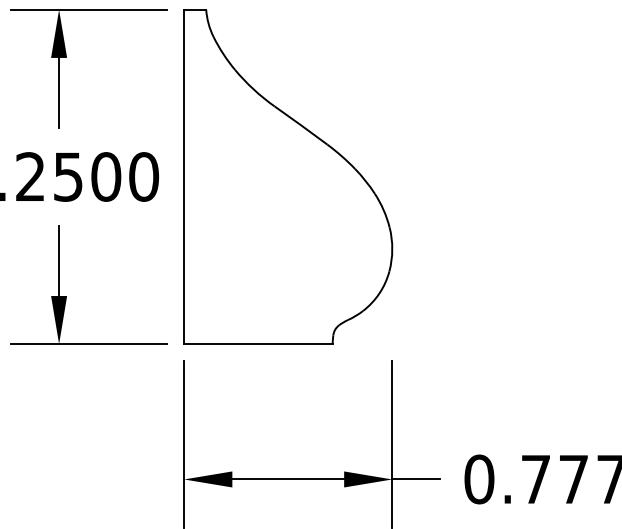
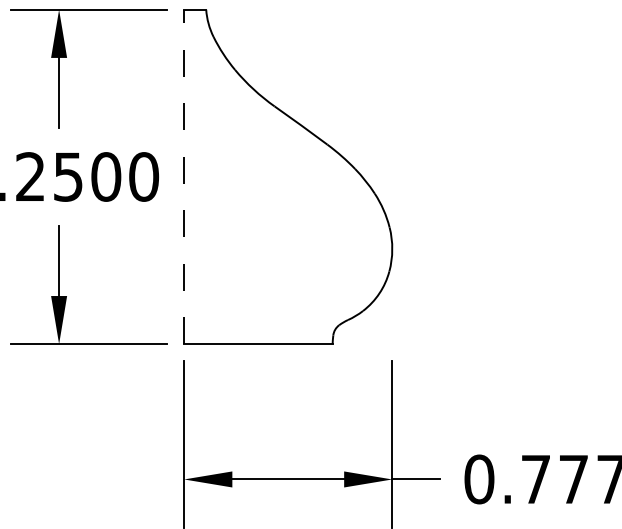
line at (184, 176): solid -> dashed
